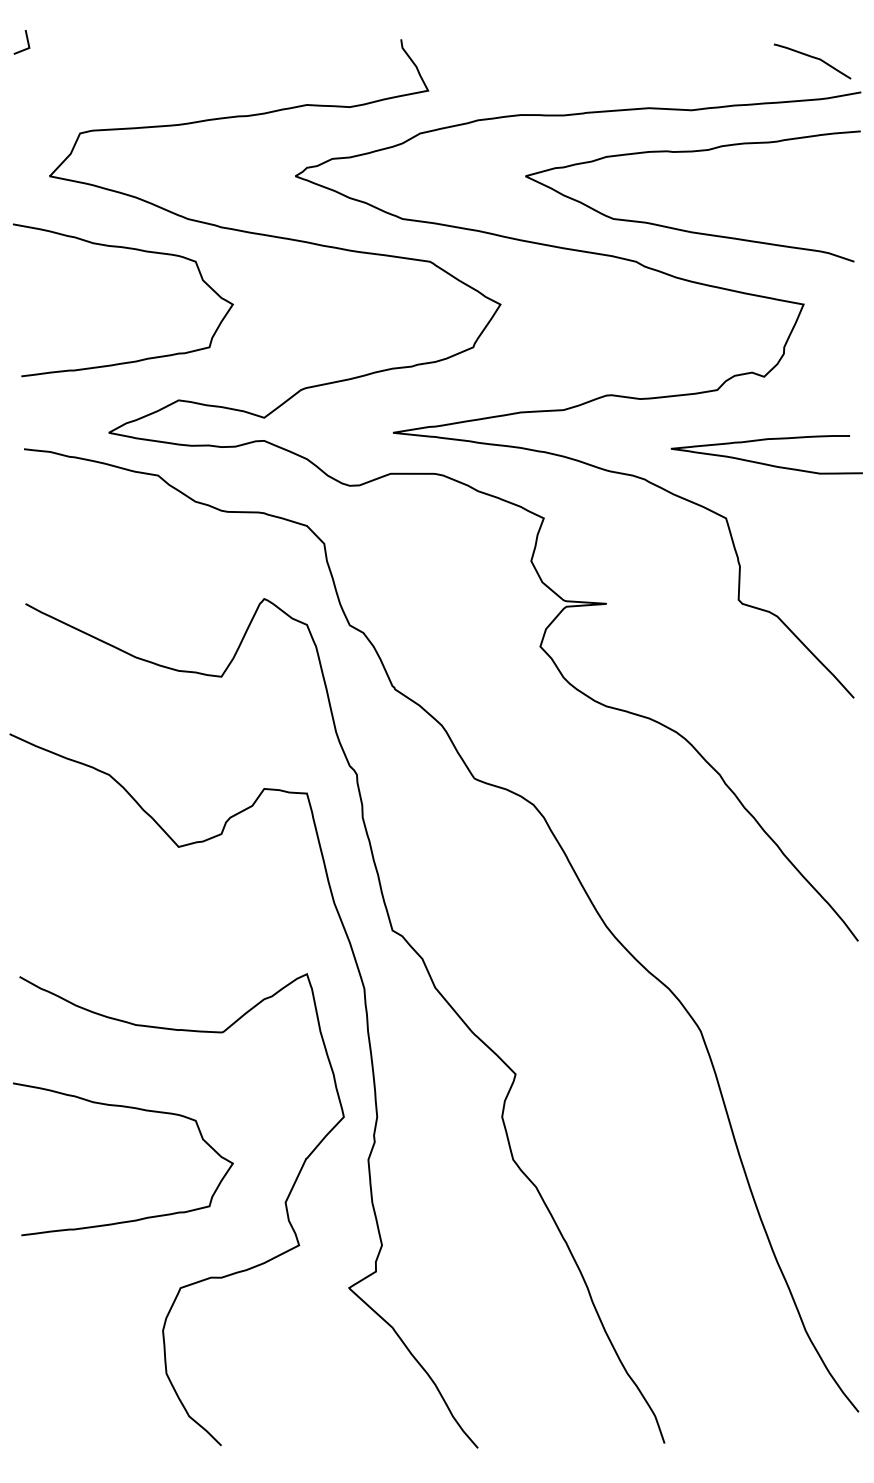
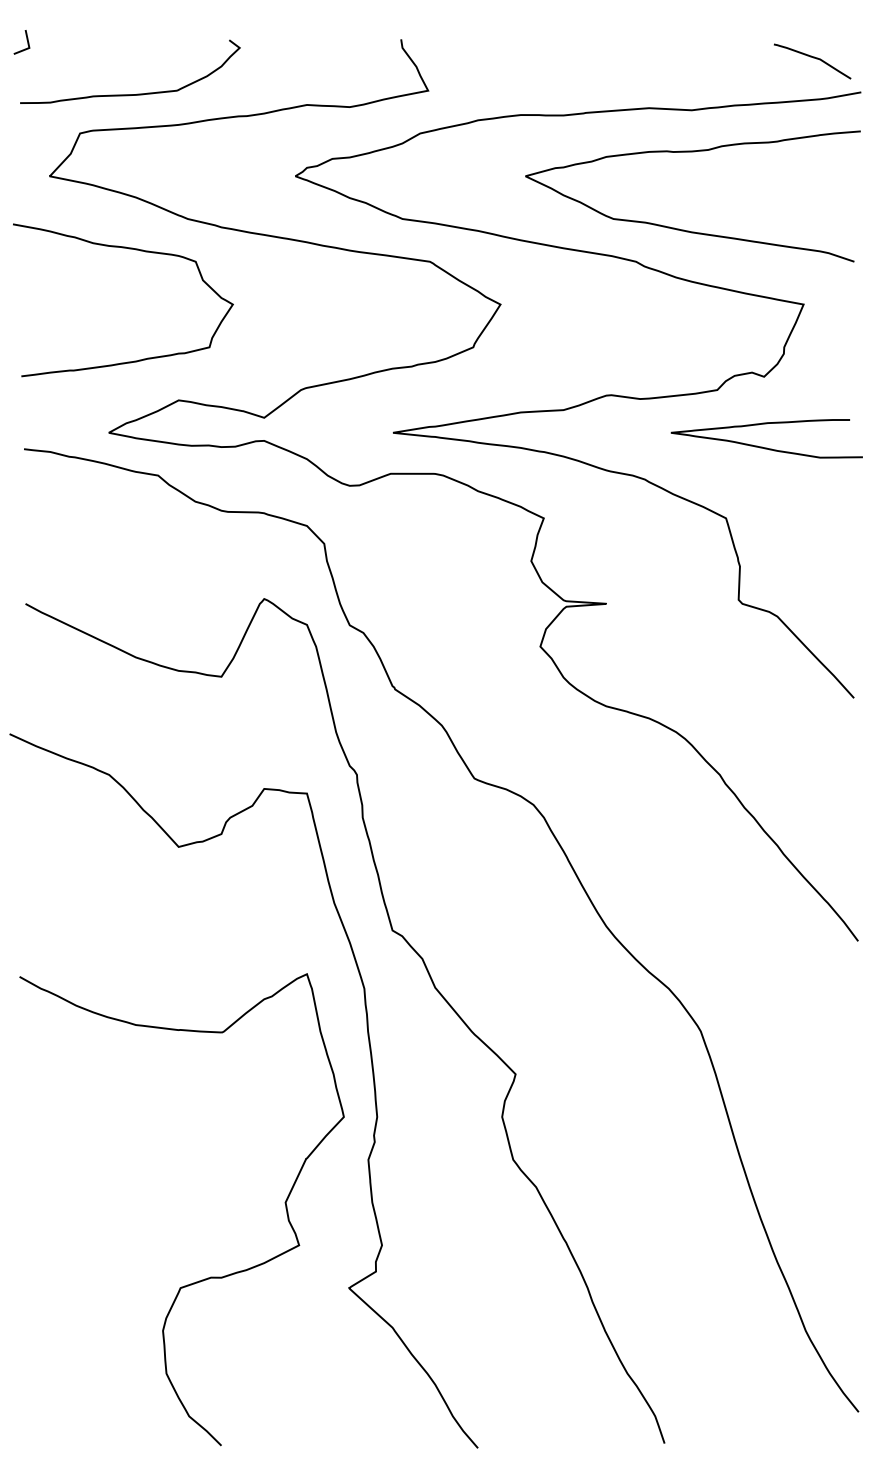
curve at (130, 94): none -> present
curve at (762, 462) position: (762, 462) -> (762, 446)
curve at (129, 1108): present -> none
